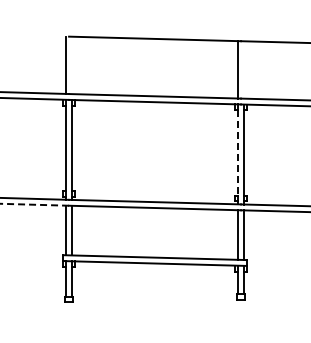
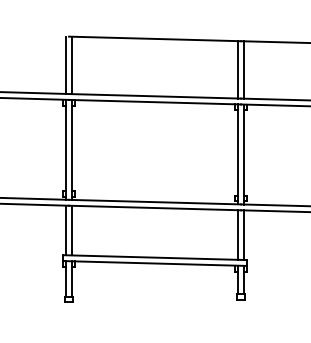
line at (72, 65): none -> present
line at (244, 69): none -> present
line at (237, 152): dashed -> solid
line at (34, 204): dashed -> solid
